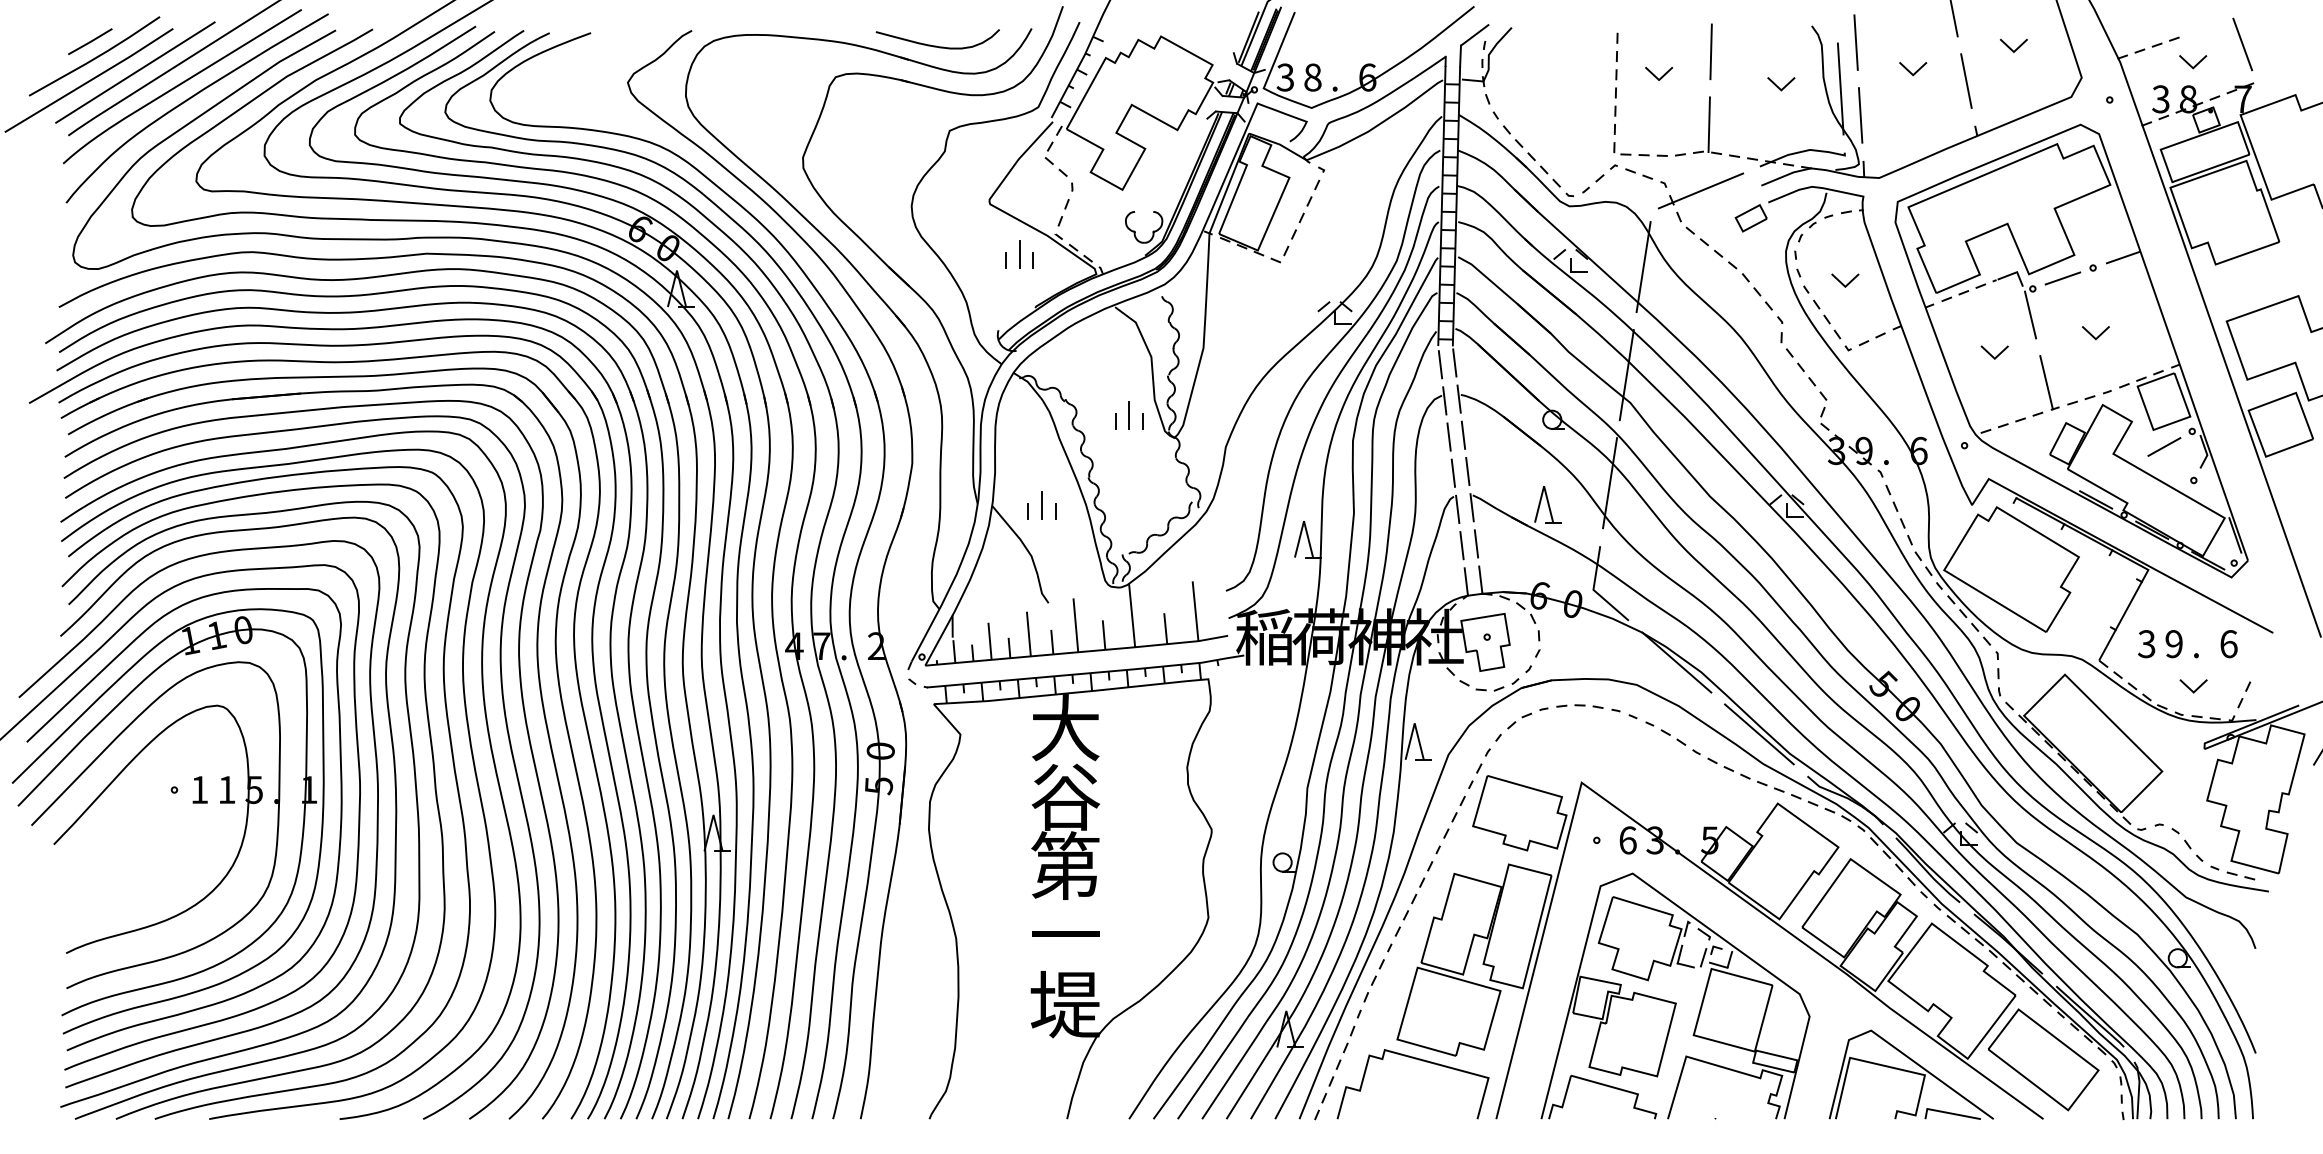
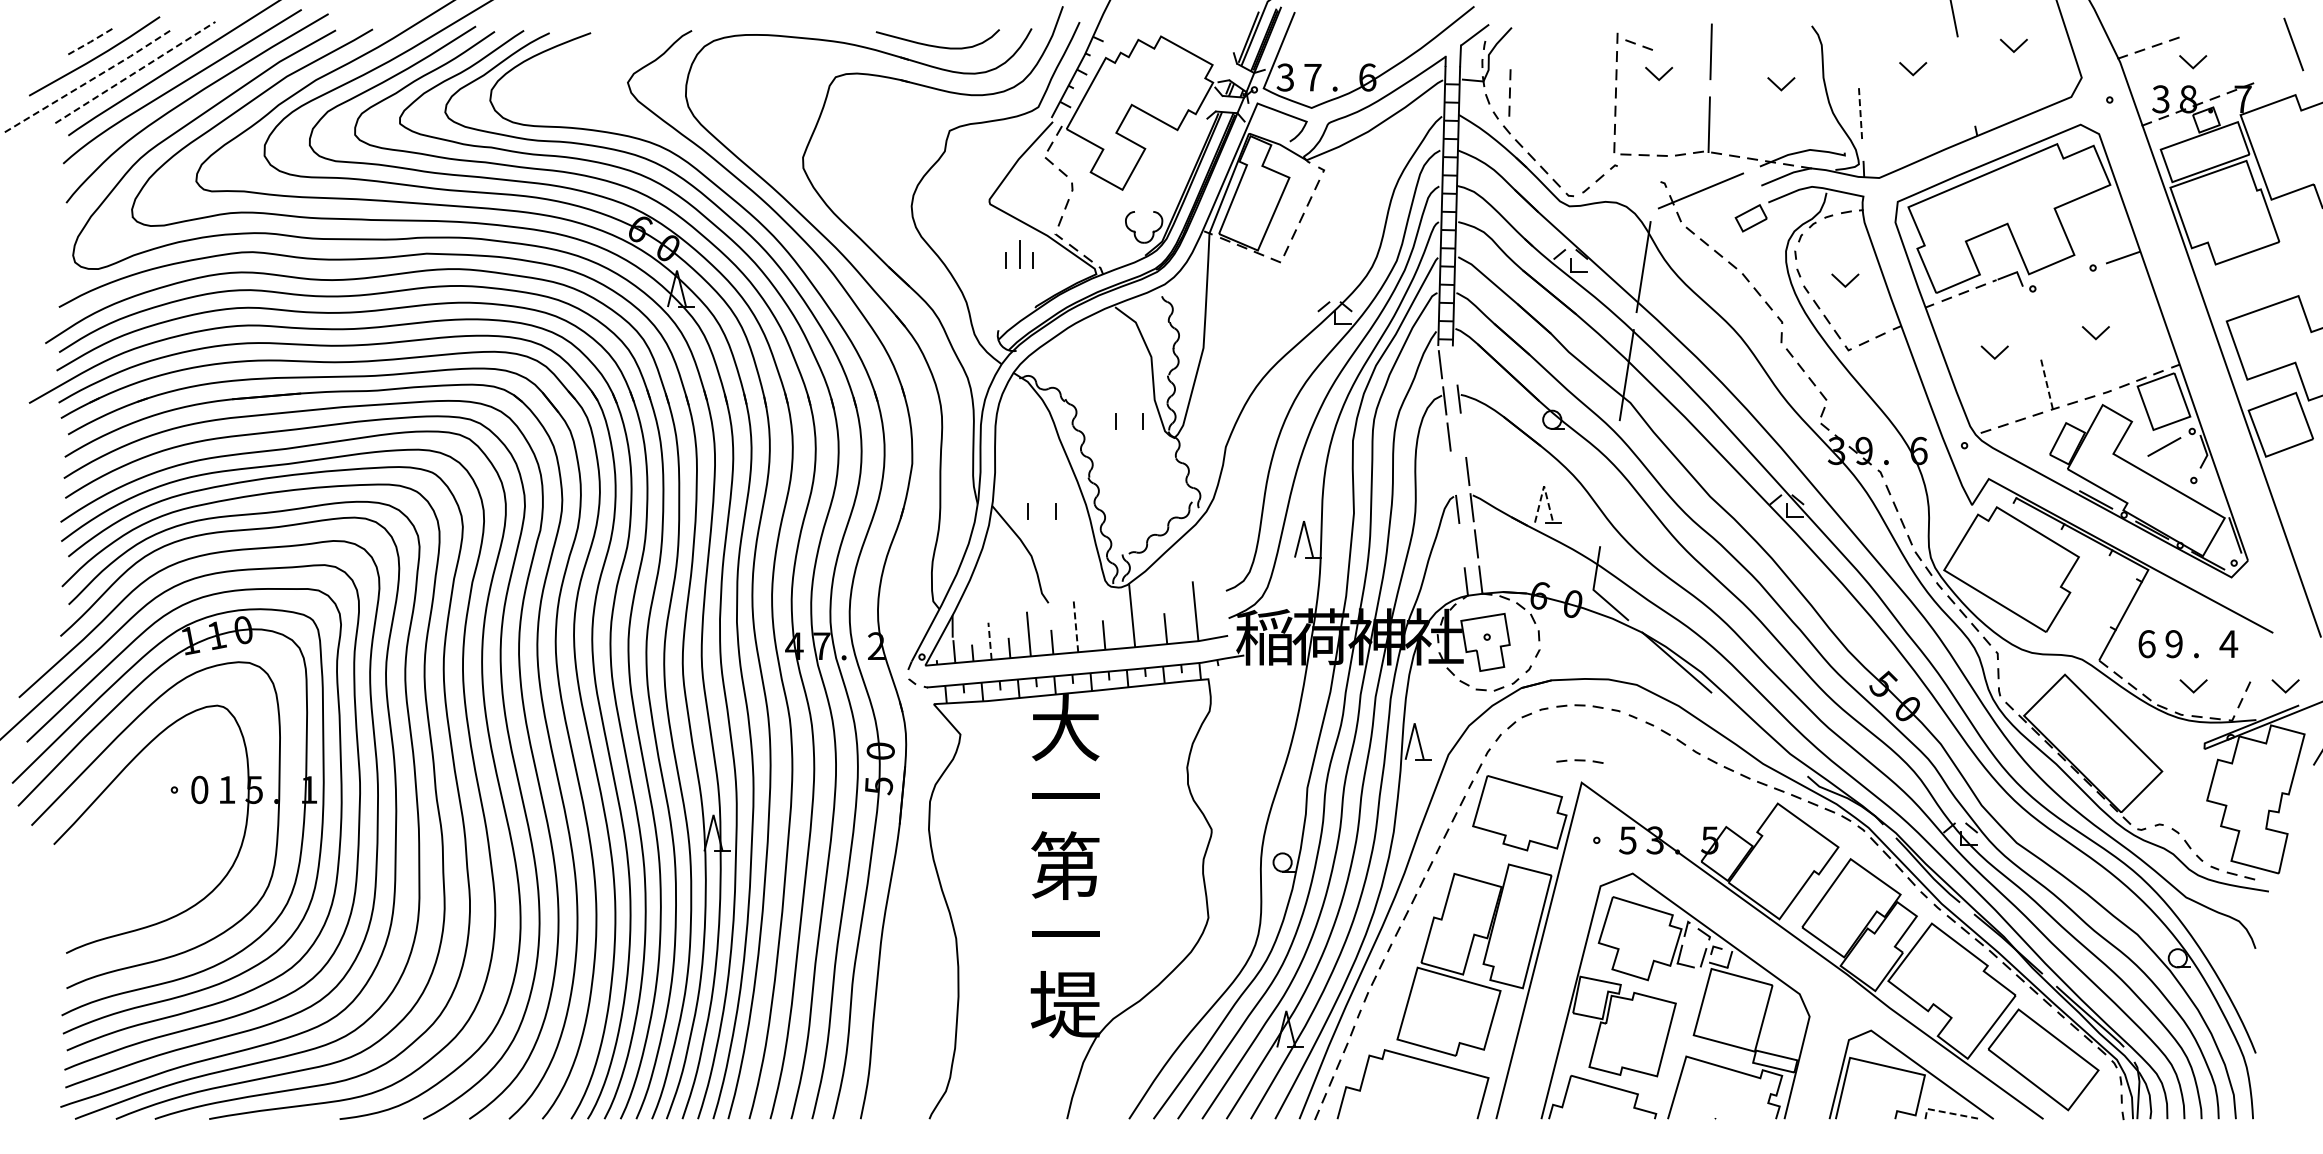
line at (90, 41): solid -> dashed
line at (1855, 42): present -> none
line at (2242, 44) position: (2242, 44) -> (2293, 44)
line at (135, 72): solid -> dashed
text at (1312, 77): 8 -> 7
line at (90, 80): solid -> dashed
line at (1966, 80): present -> none
line at (1840, 88): present -> none
part at (1509, 92): none -> present
line at (1860, 115): solid -> dashed
part at (1638, 173) position: (1638, 173) -> (1638, 44)
line at (2062, 278): present -> none
line at (2030, 314): present -> none
line at (1454, 362): present -> none
line at (2046, 382): solid -> dashed
line at (1129, 414): present -> none
line at (1463, 434): present -> none
line at (1453, 472): present -> none
line at (1610, 483): present -> none
line at (1544, 486): solid -> dashed
line at (1042, 505): present -> none
line at (1461, 545): present -> none
line at (1075, 624): solid -> dashed
line at (990, 641): solid -> dashed
text at (2146, 644): 3 -> 6
text at (2228, 644): 6 -> 4
line at (2282, 688): none -> present
line at (1759, 734): present -> none
part at (1579, 761): none -> present
text at (199, 789): 1 -> 0
text at (1065, 796): 谷 -> 一
text at (1627, 840): 6 -> 5
line at (1948, 1113): solid -> dashed
